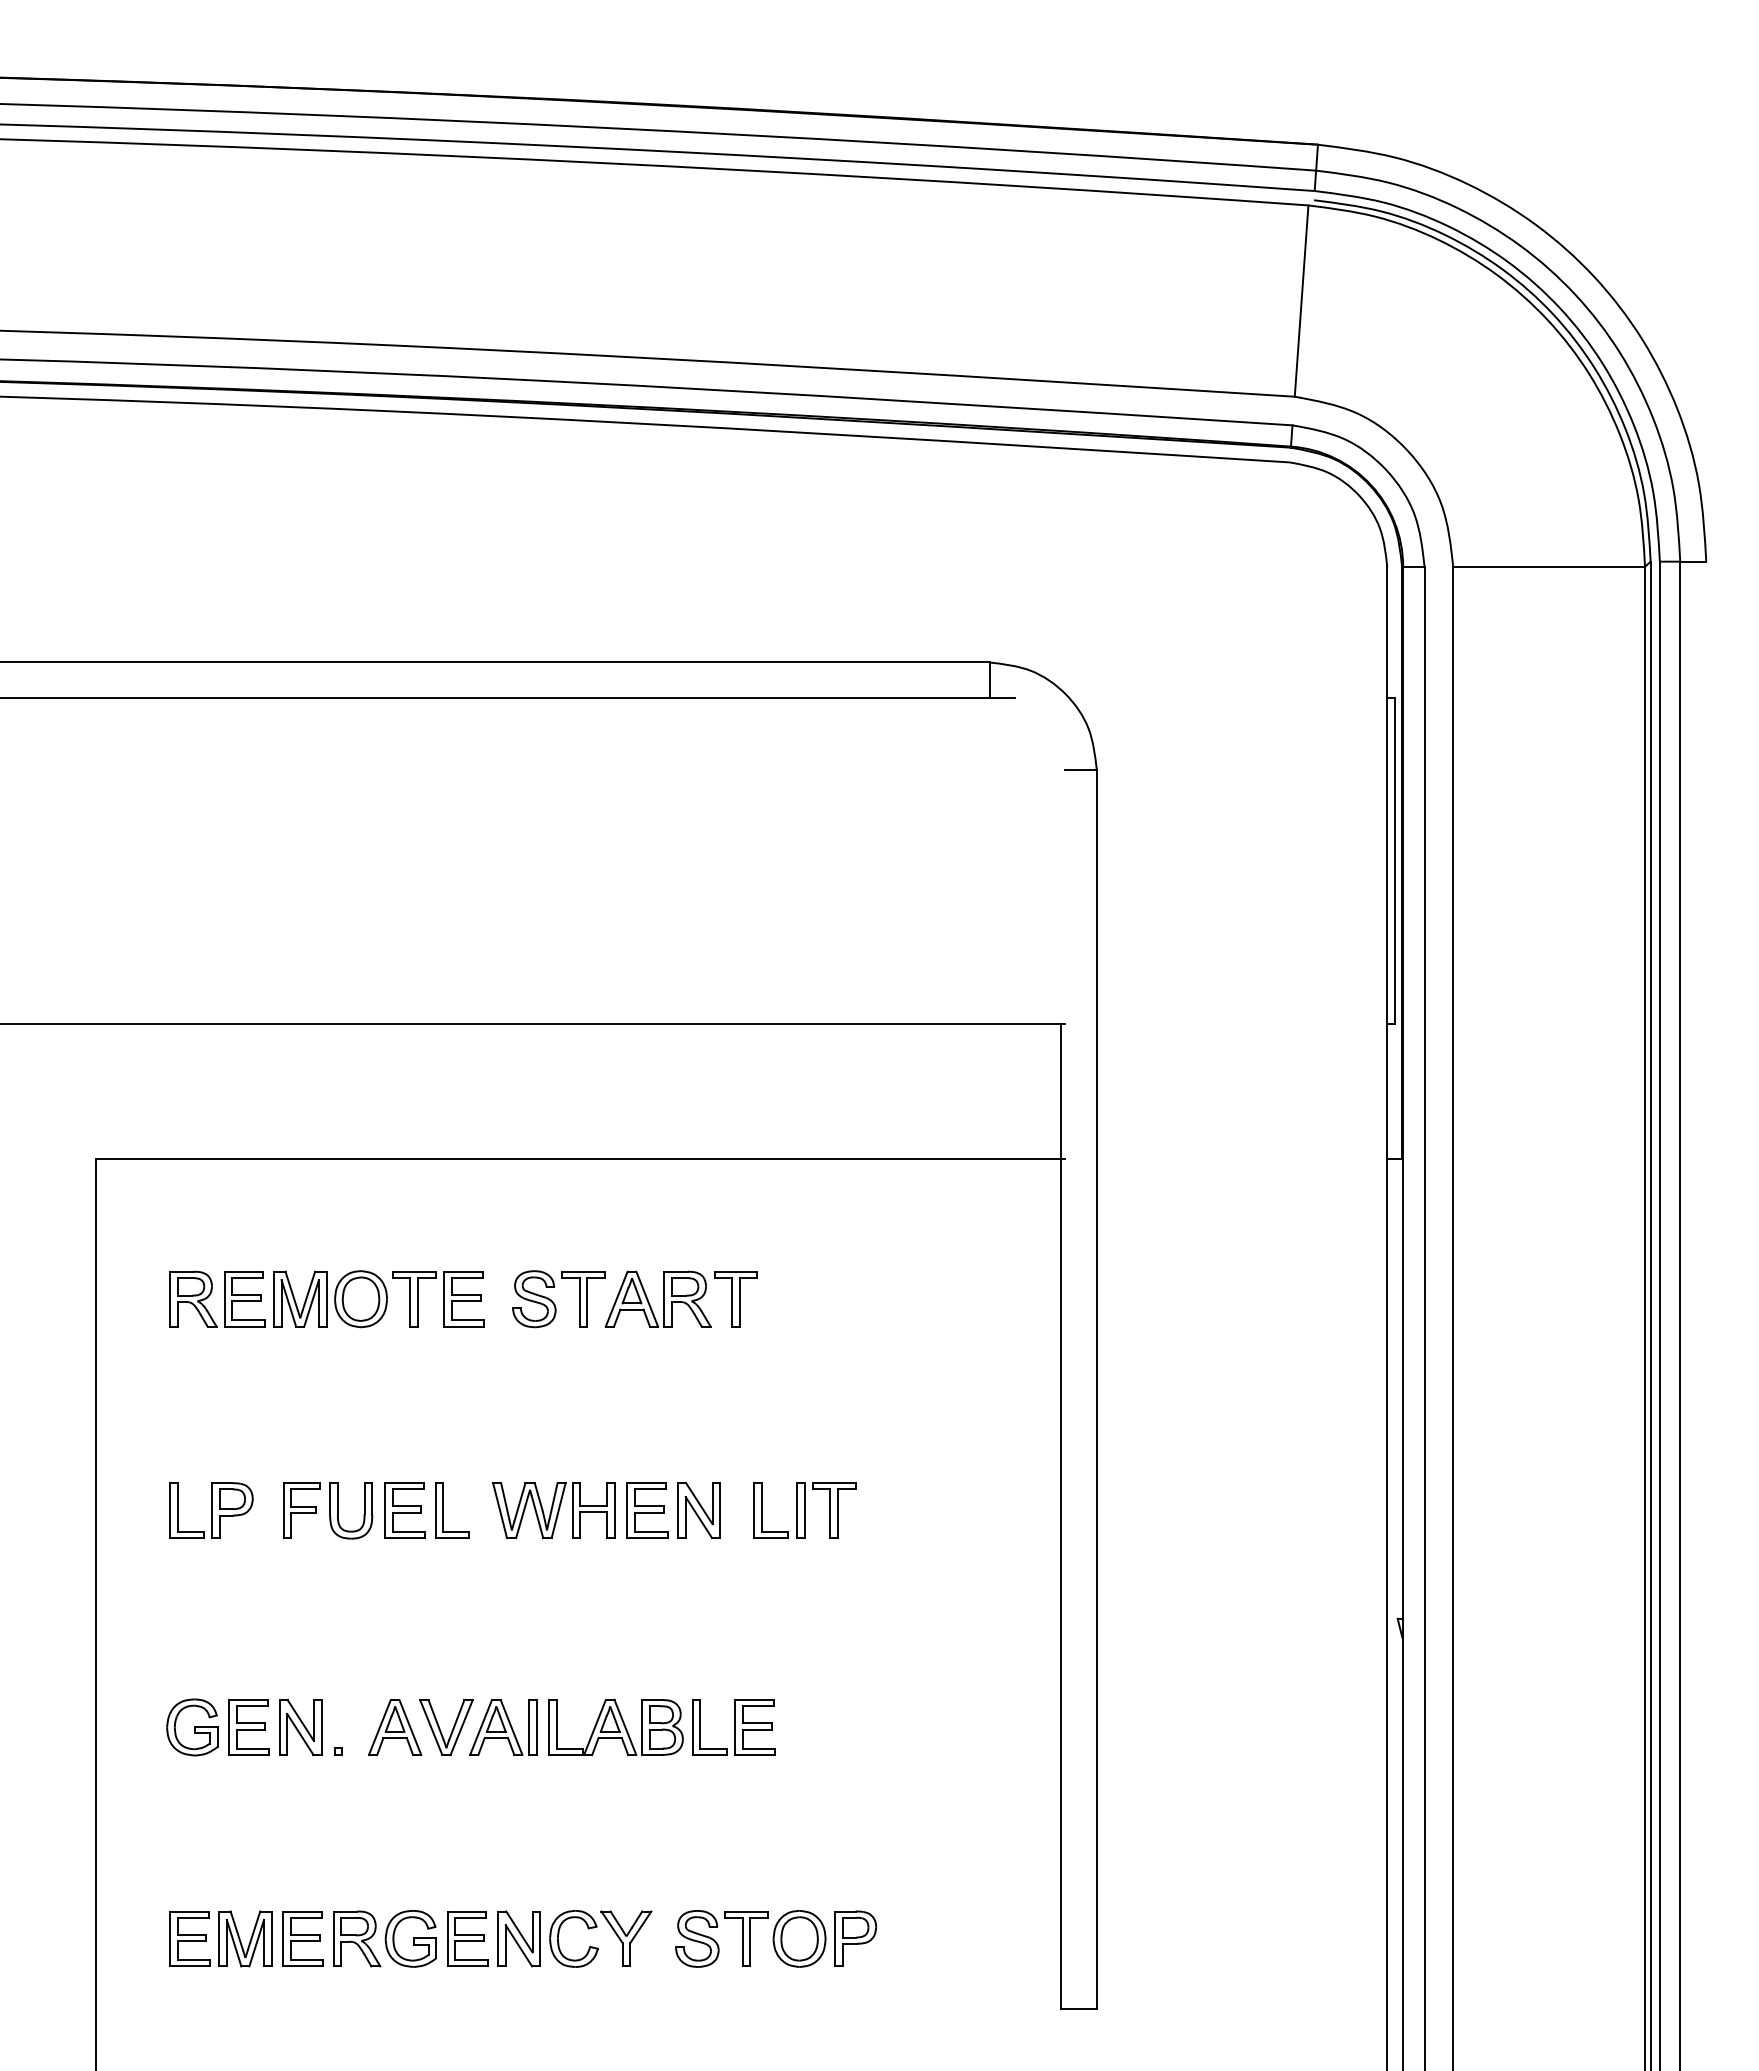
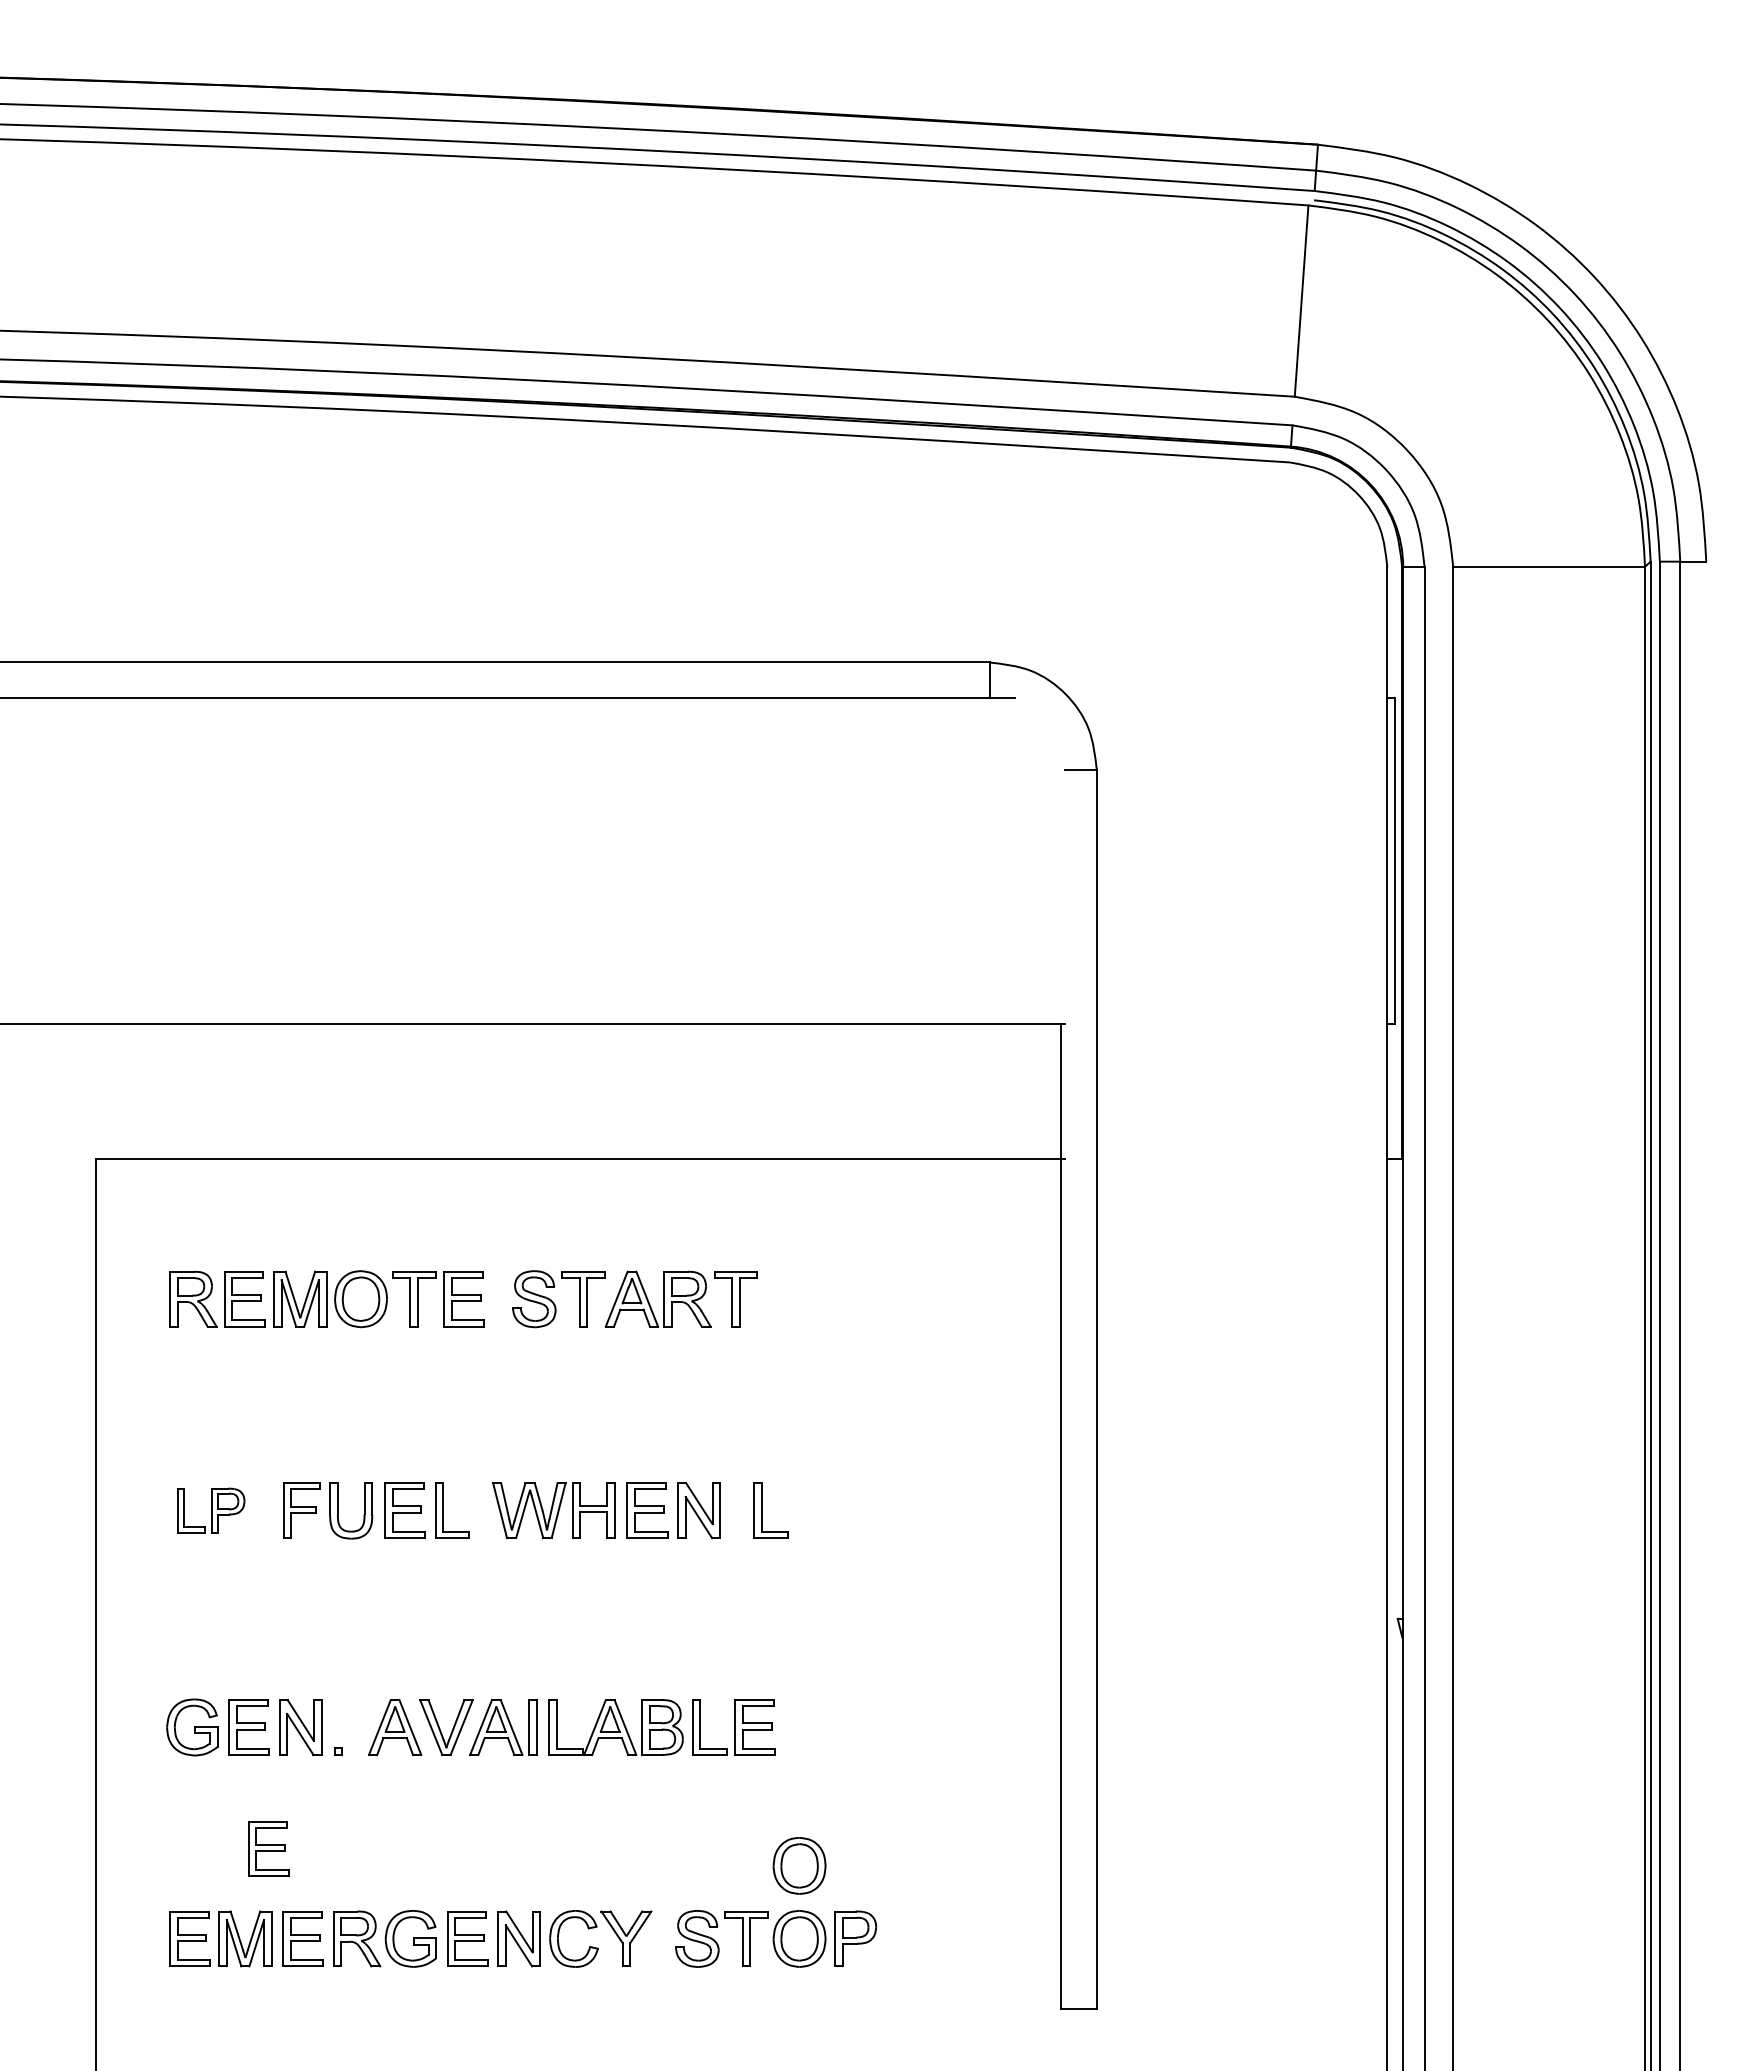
part at (211, 1510) size: 85x57 px -> 69x47 px
part at (826, 1510): present -> none
part at (268, 1848): none -> present
part at (799, 1865): none -> present
